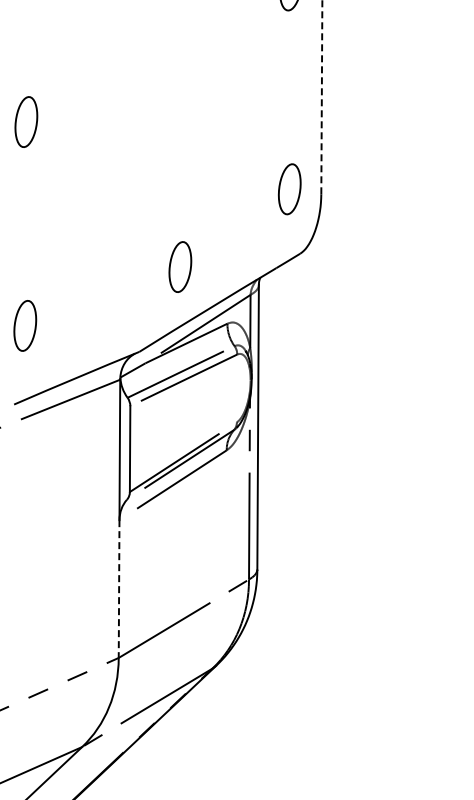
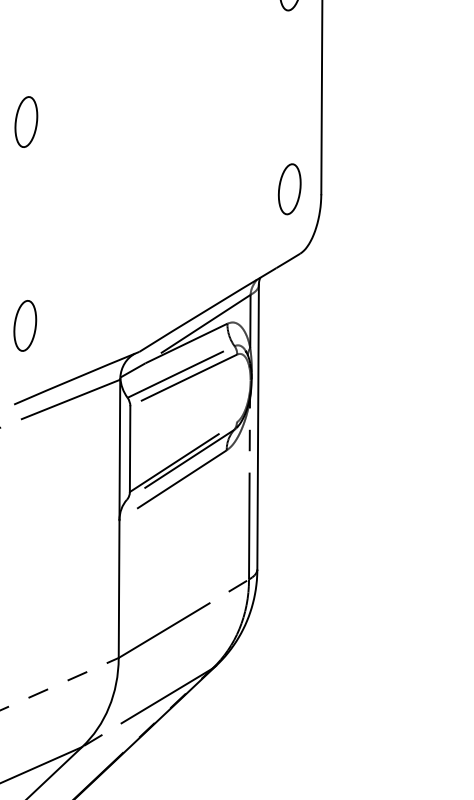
line at (321, 97): dashed -> solid
part at (180, 266): present -> none
line at (119, 589): dashed -> solid
